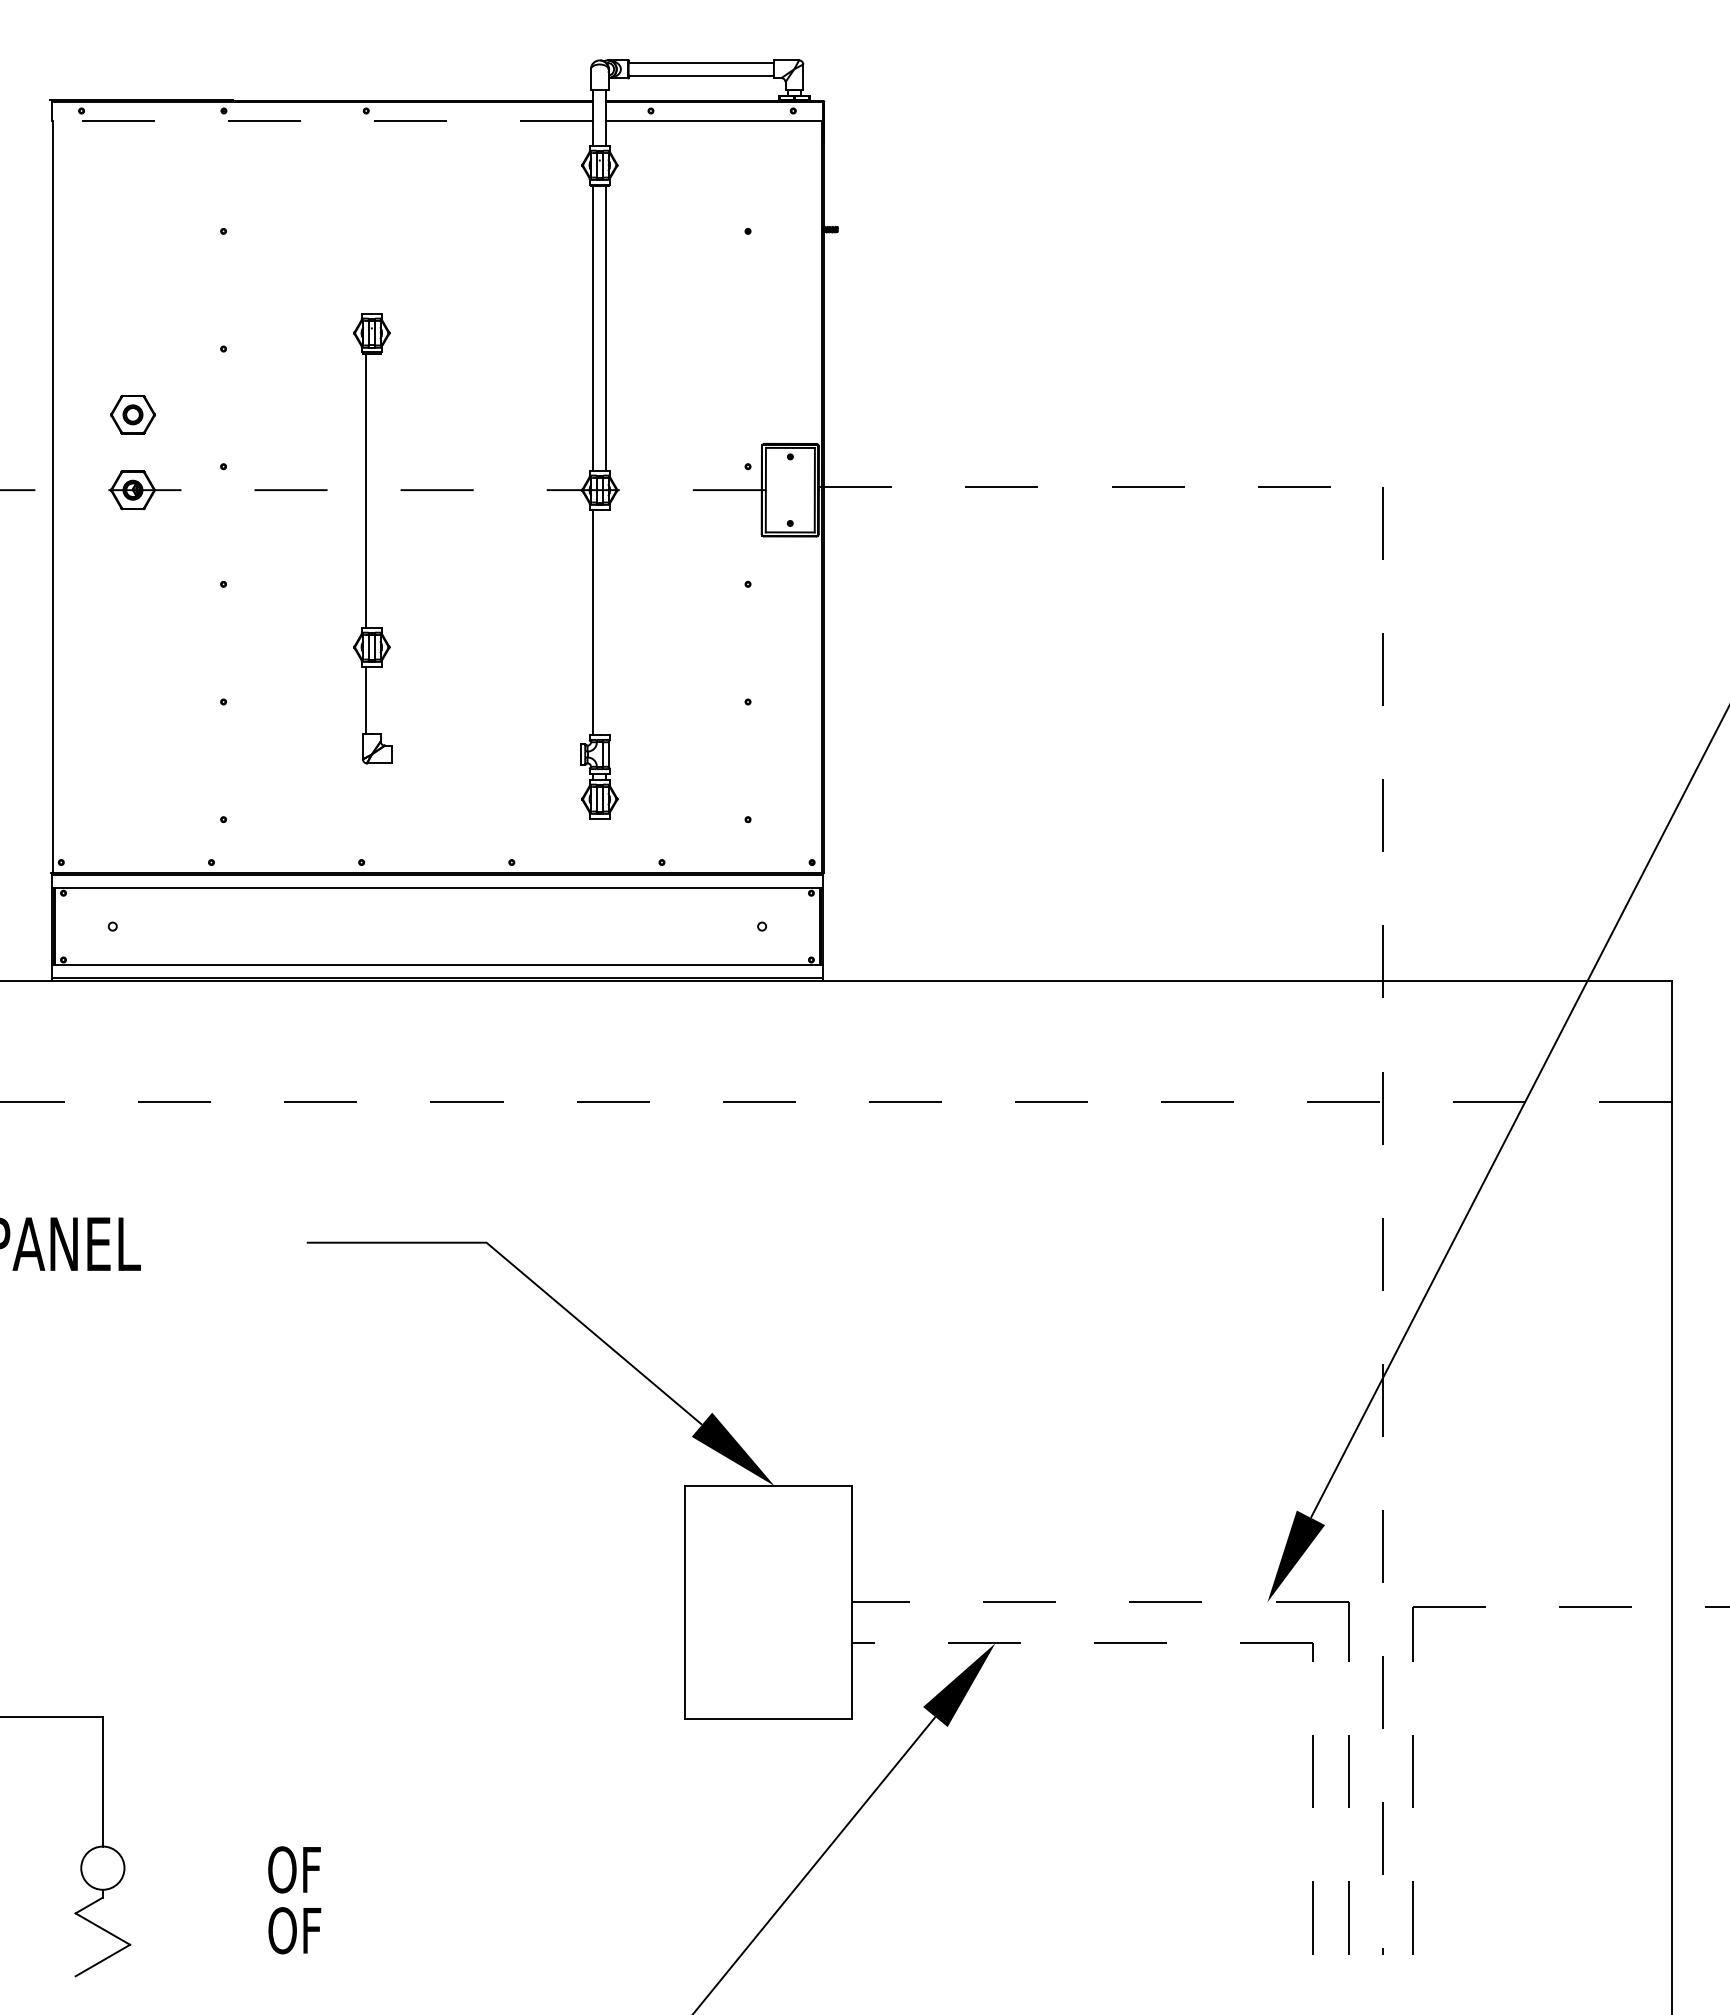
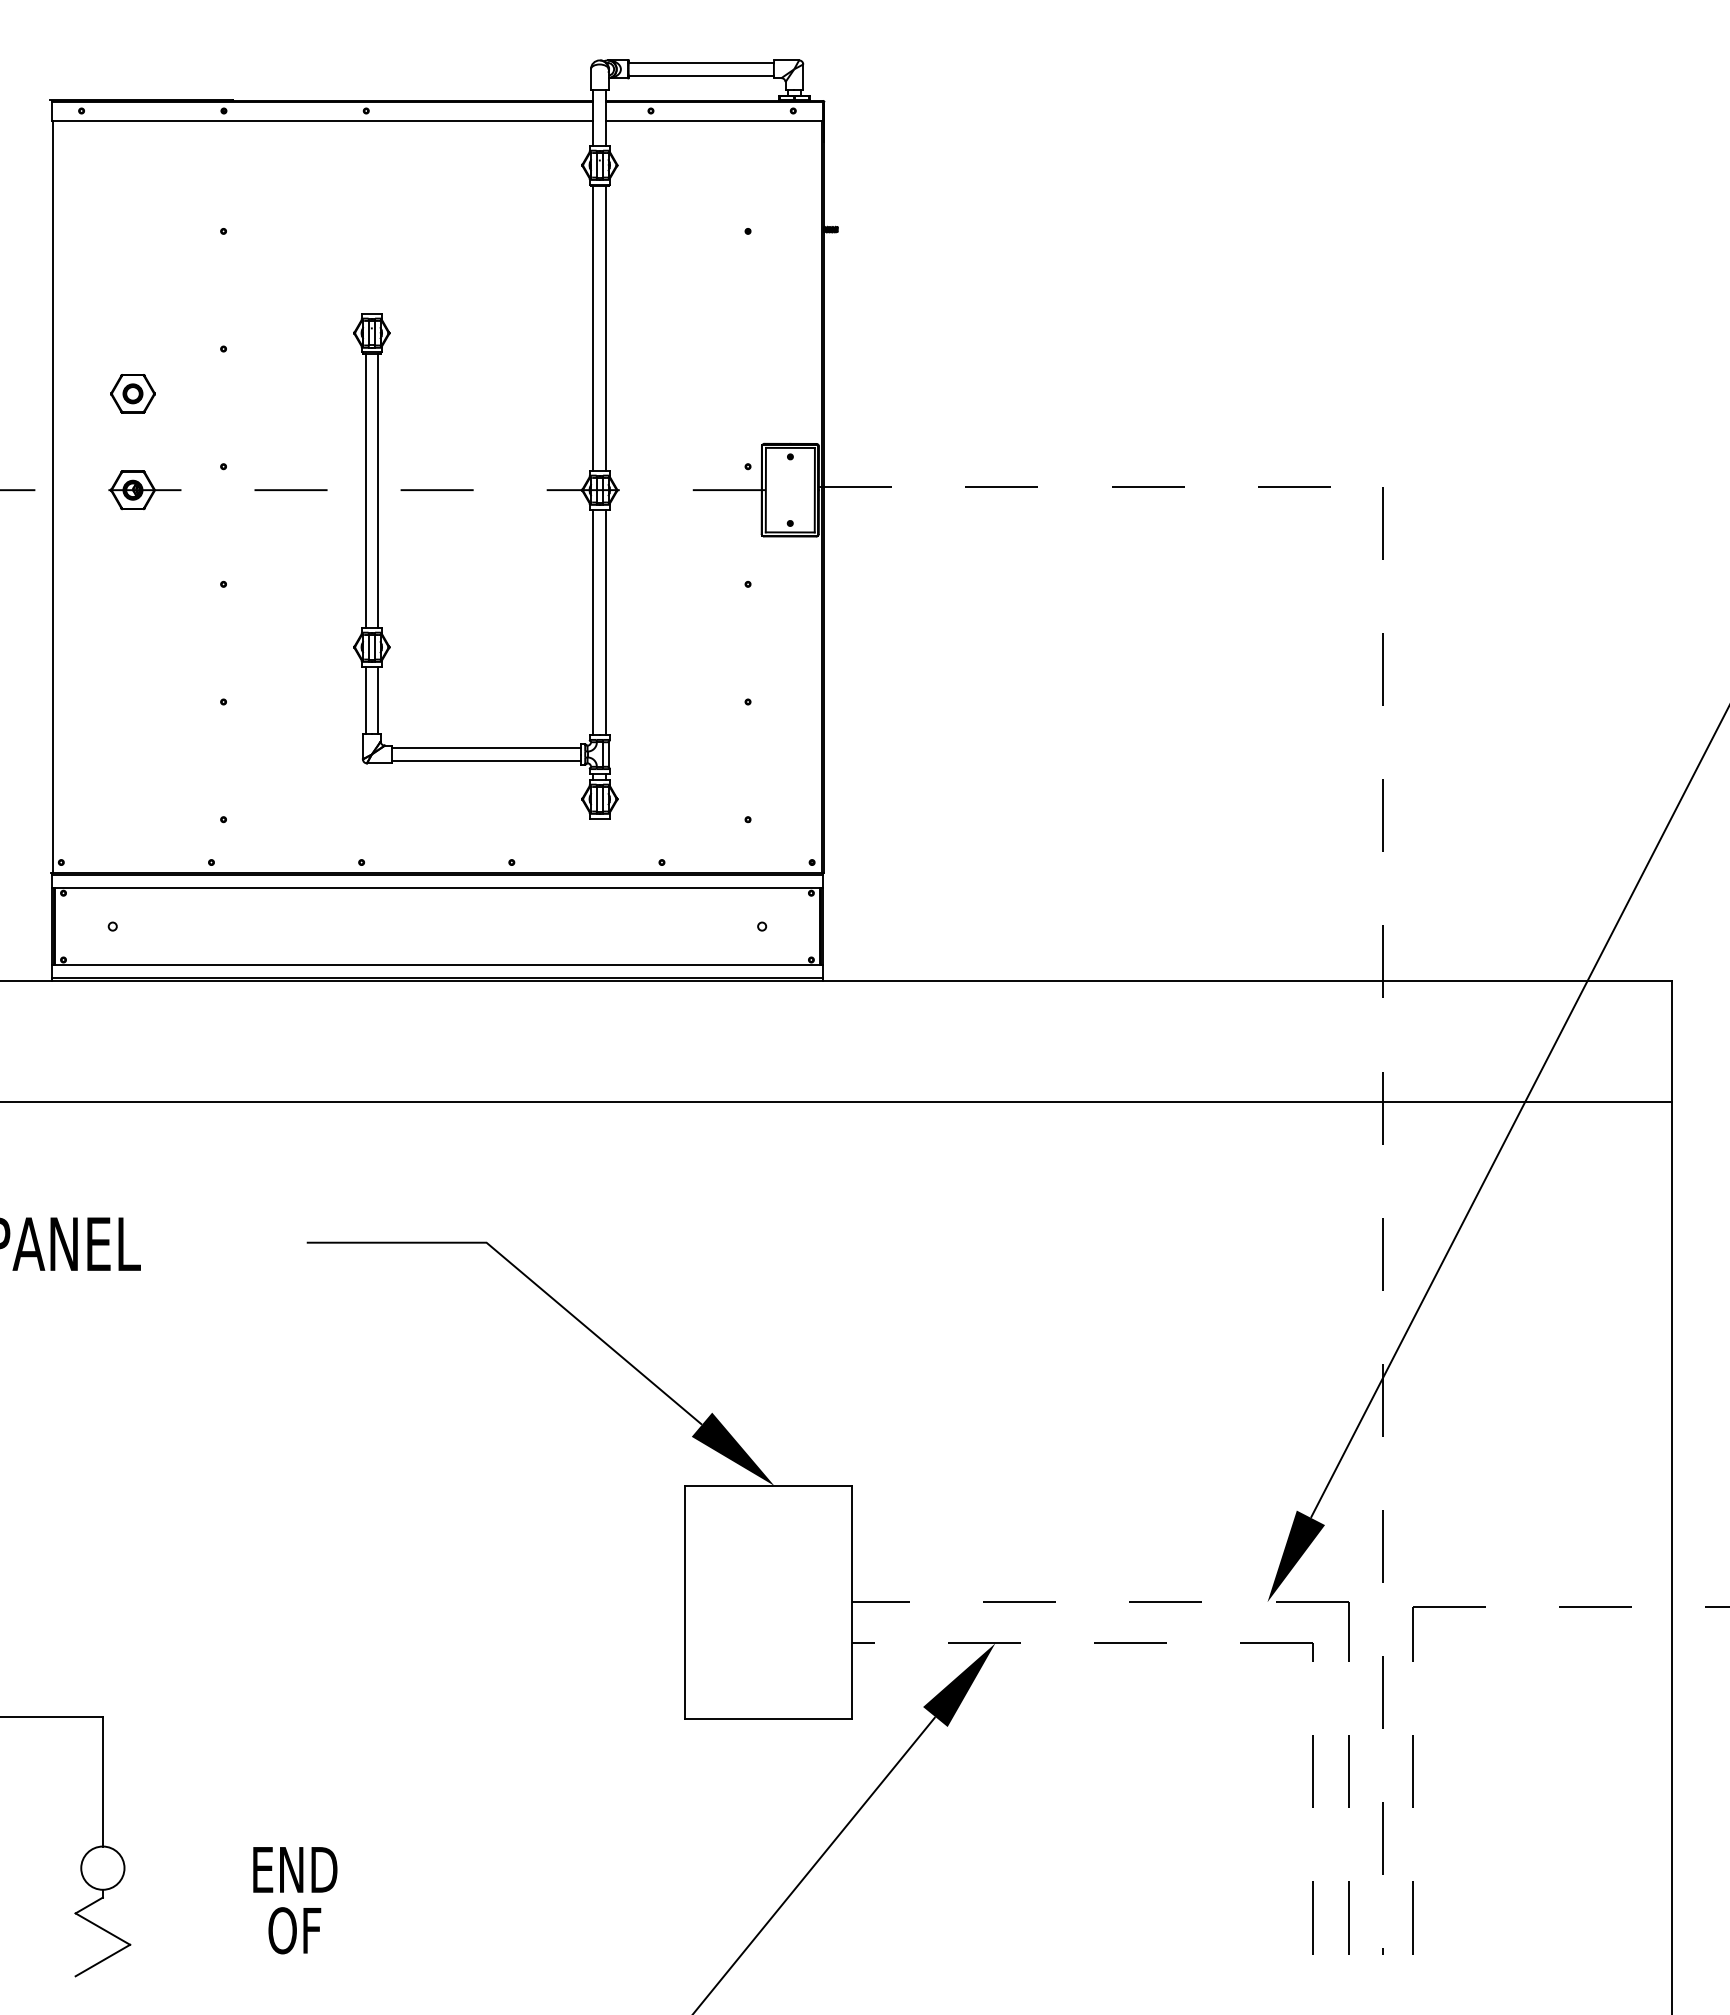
line at (322, 121): dashed -> solid
part at (132, 414) position: (132, 414) -> (132, 393)
line at (378, 490): none -> present
line at (606, 622): none -> present
line at (378, 700): none -> present
line at (486, 748): none -> present
line at (486, 760): none -> present
line at (836, 1102): dashed -> solid
text at (295, 1869): OF -> END
